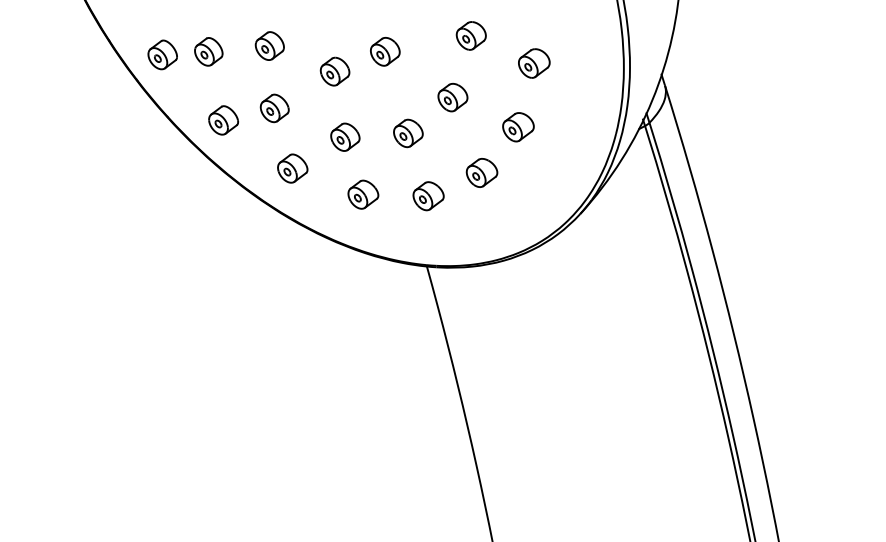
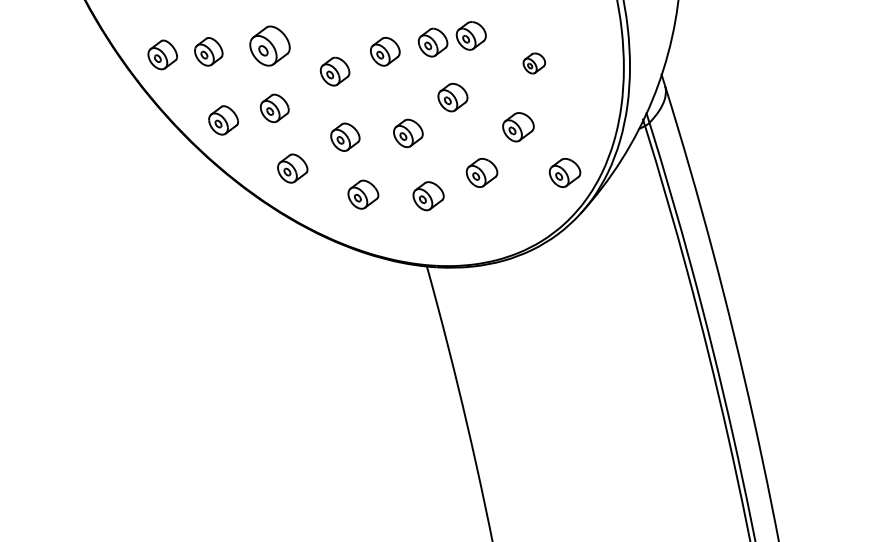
part at (432, 42): none -> present
part at (269, 45) size: 31x30 px -> 42x42 px
part at (534, 63) size: 33x31 px -> 25x23 px
part at (564, 172): none -> present
